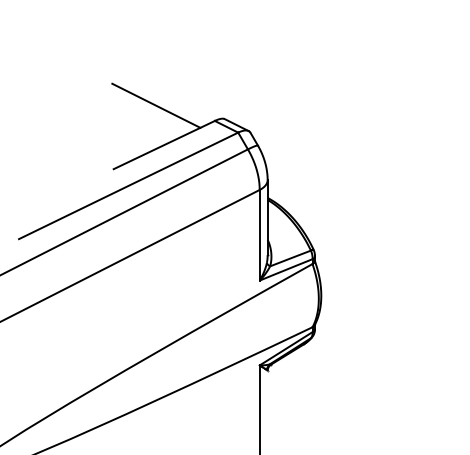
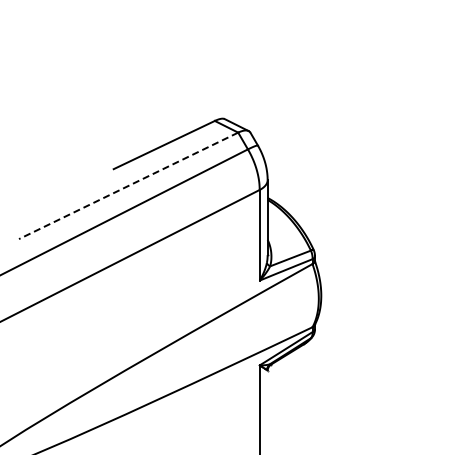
line at (156, 105): present -> none
line at (128, 185): solid -> dashed
